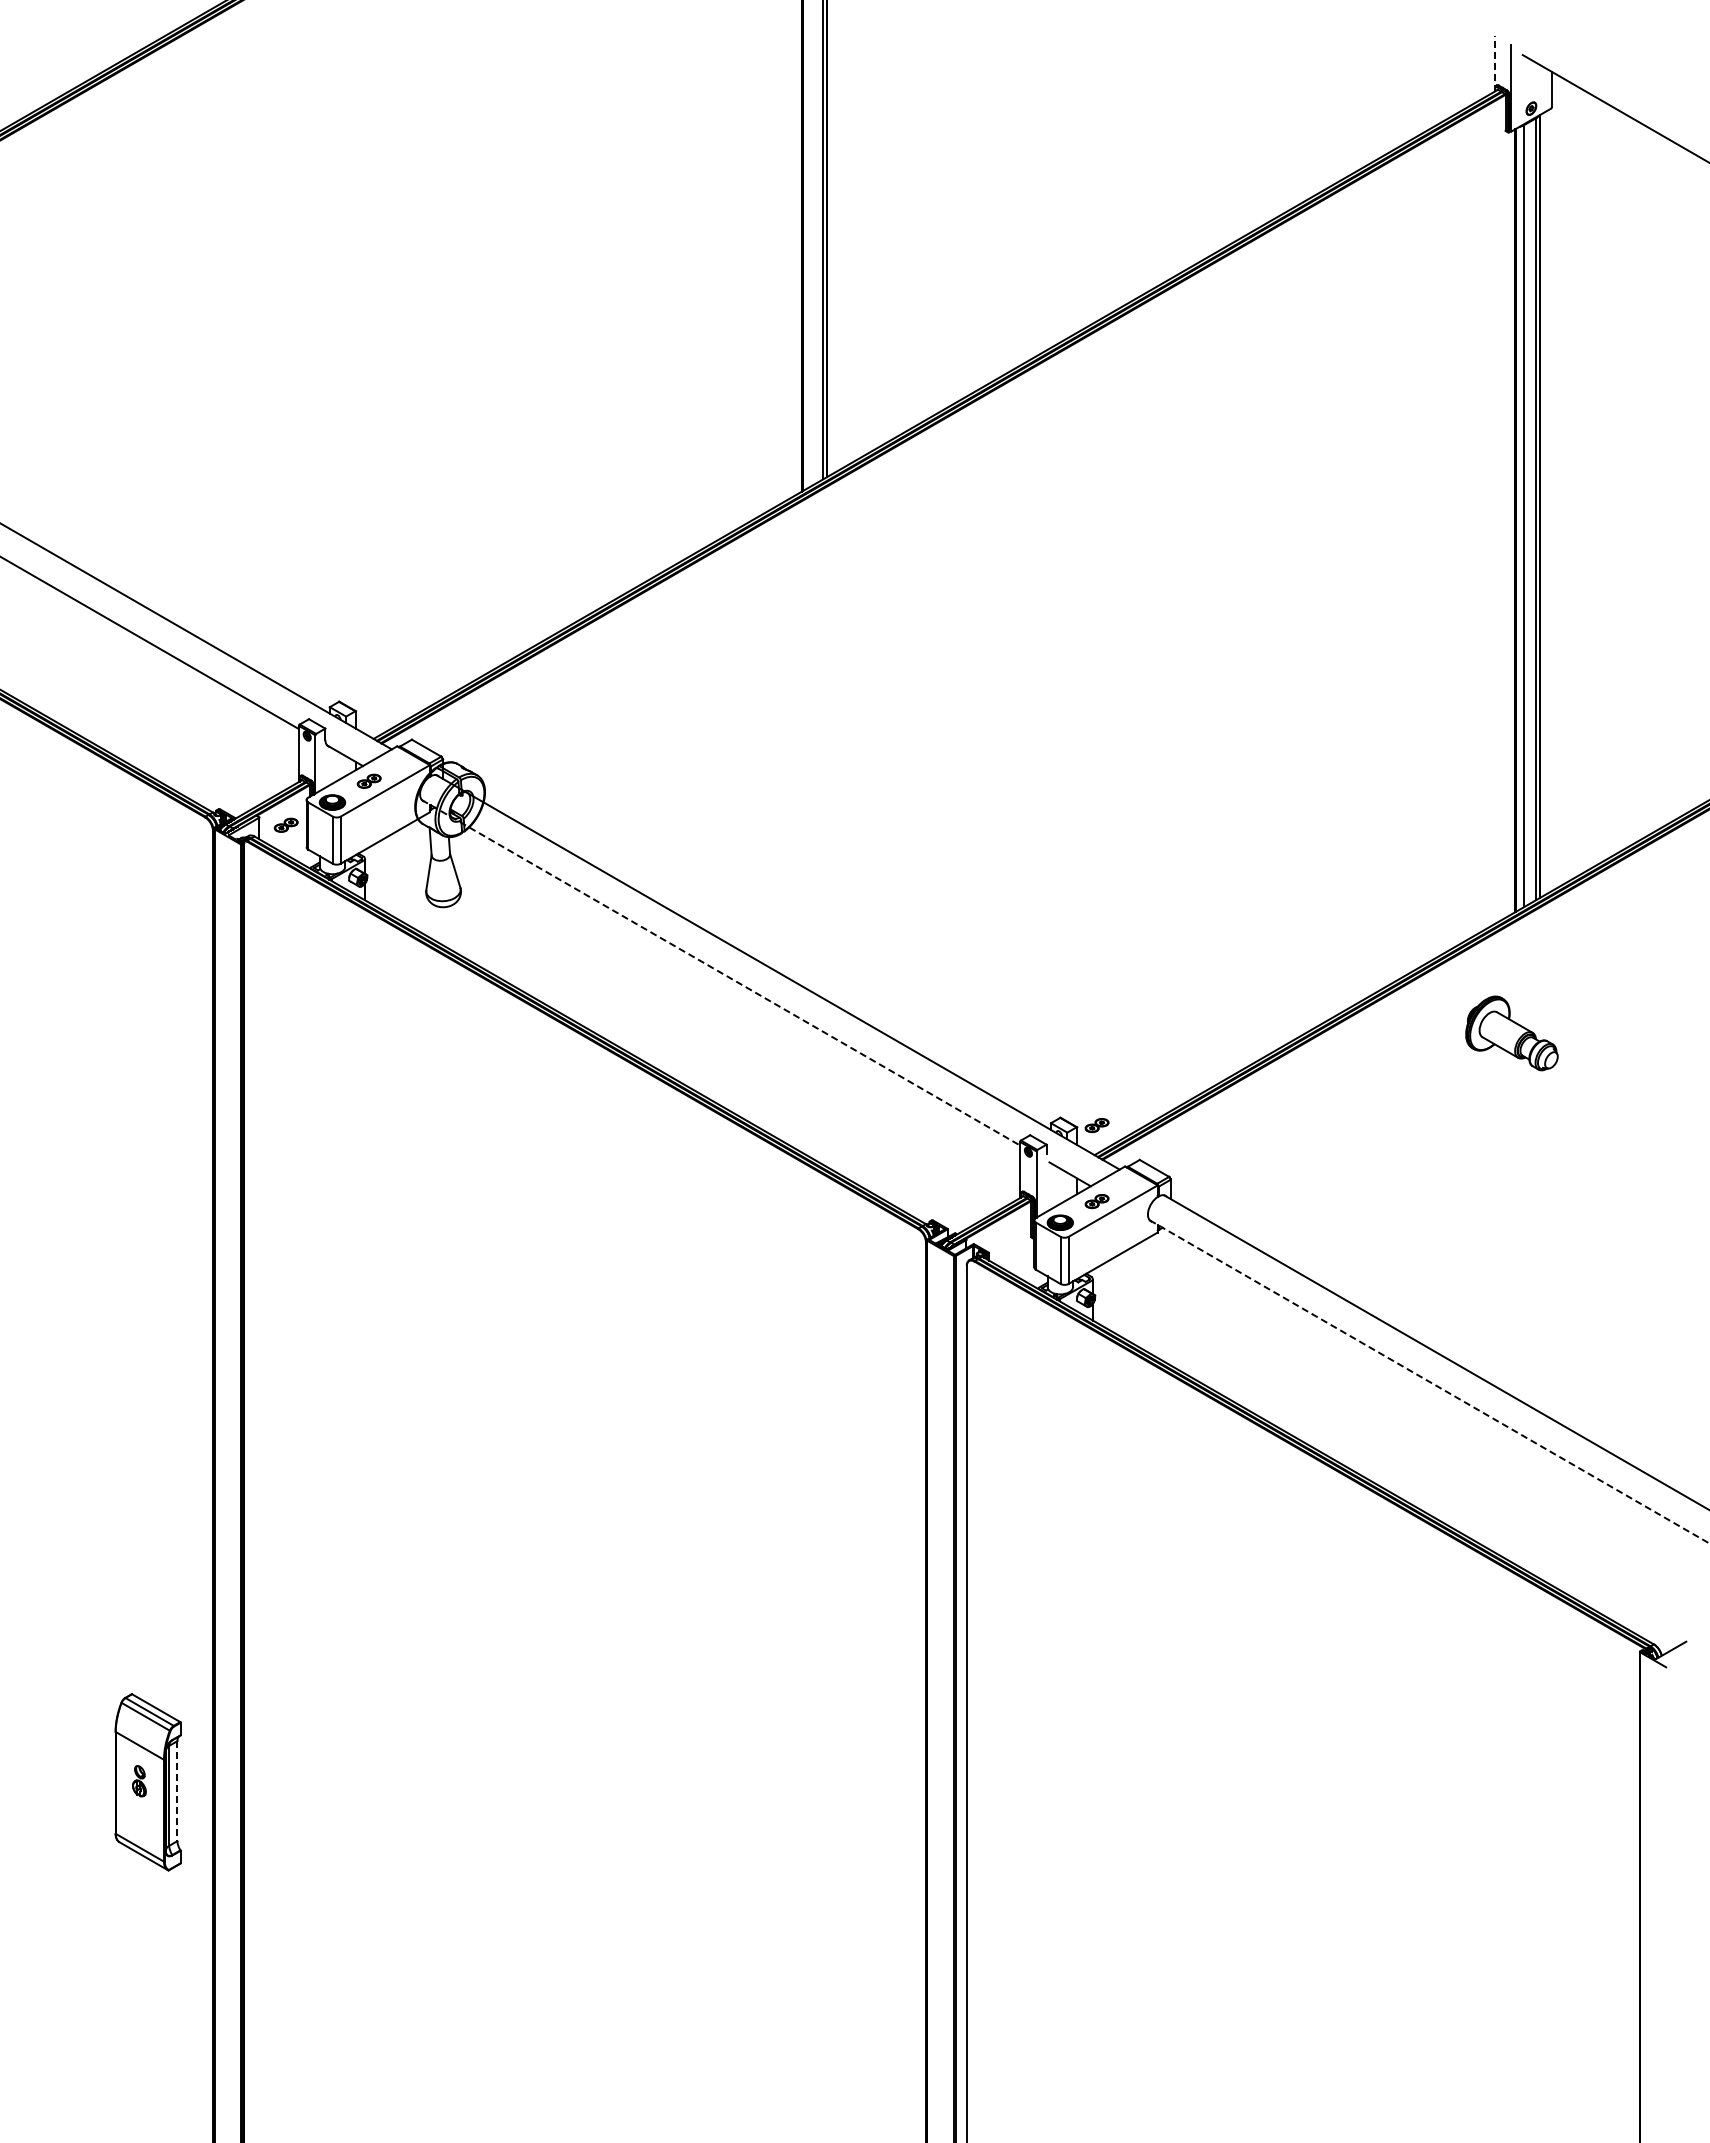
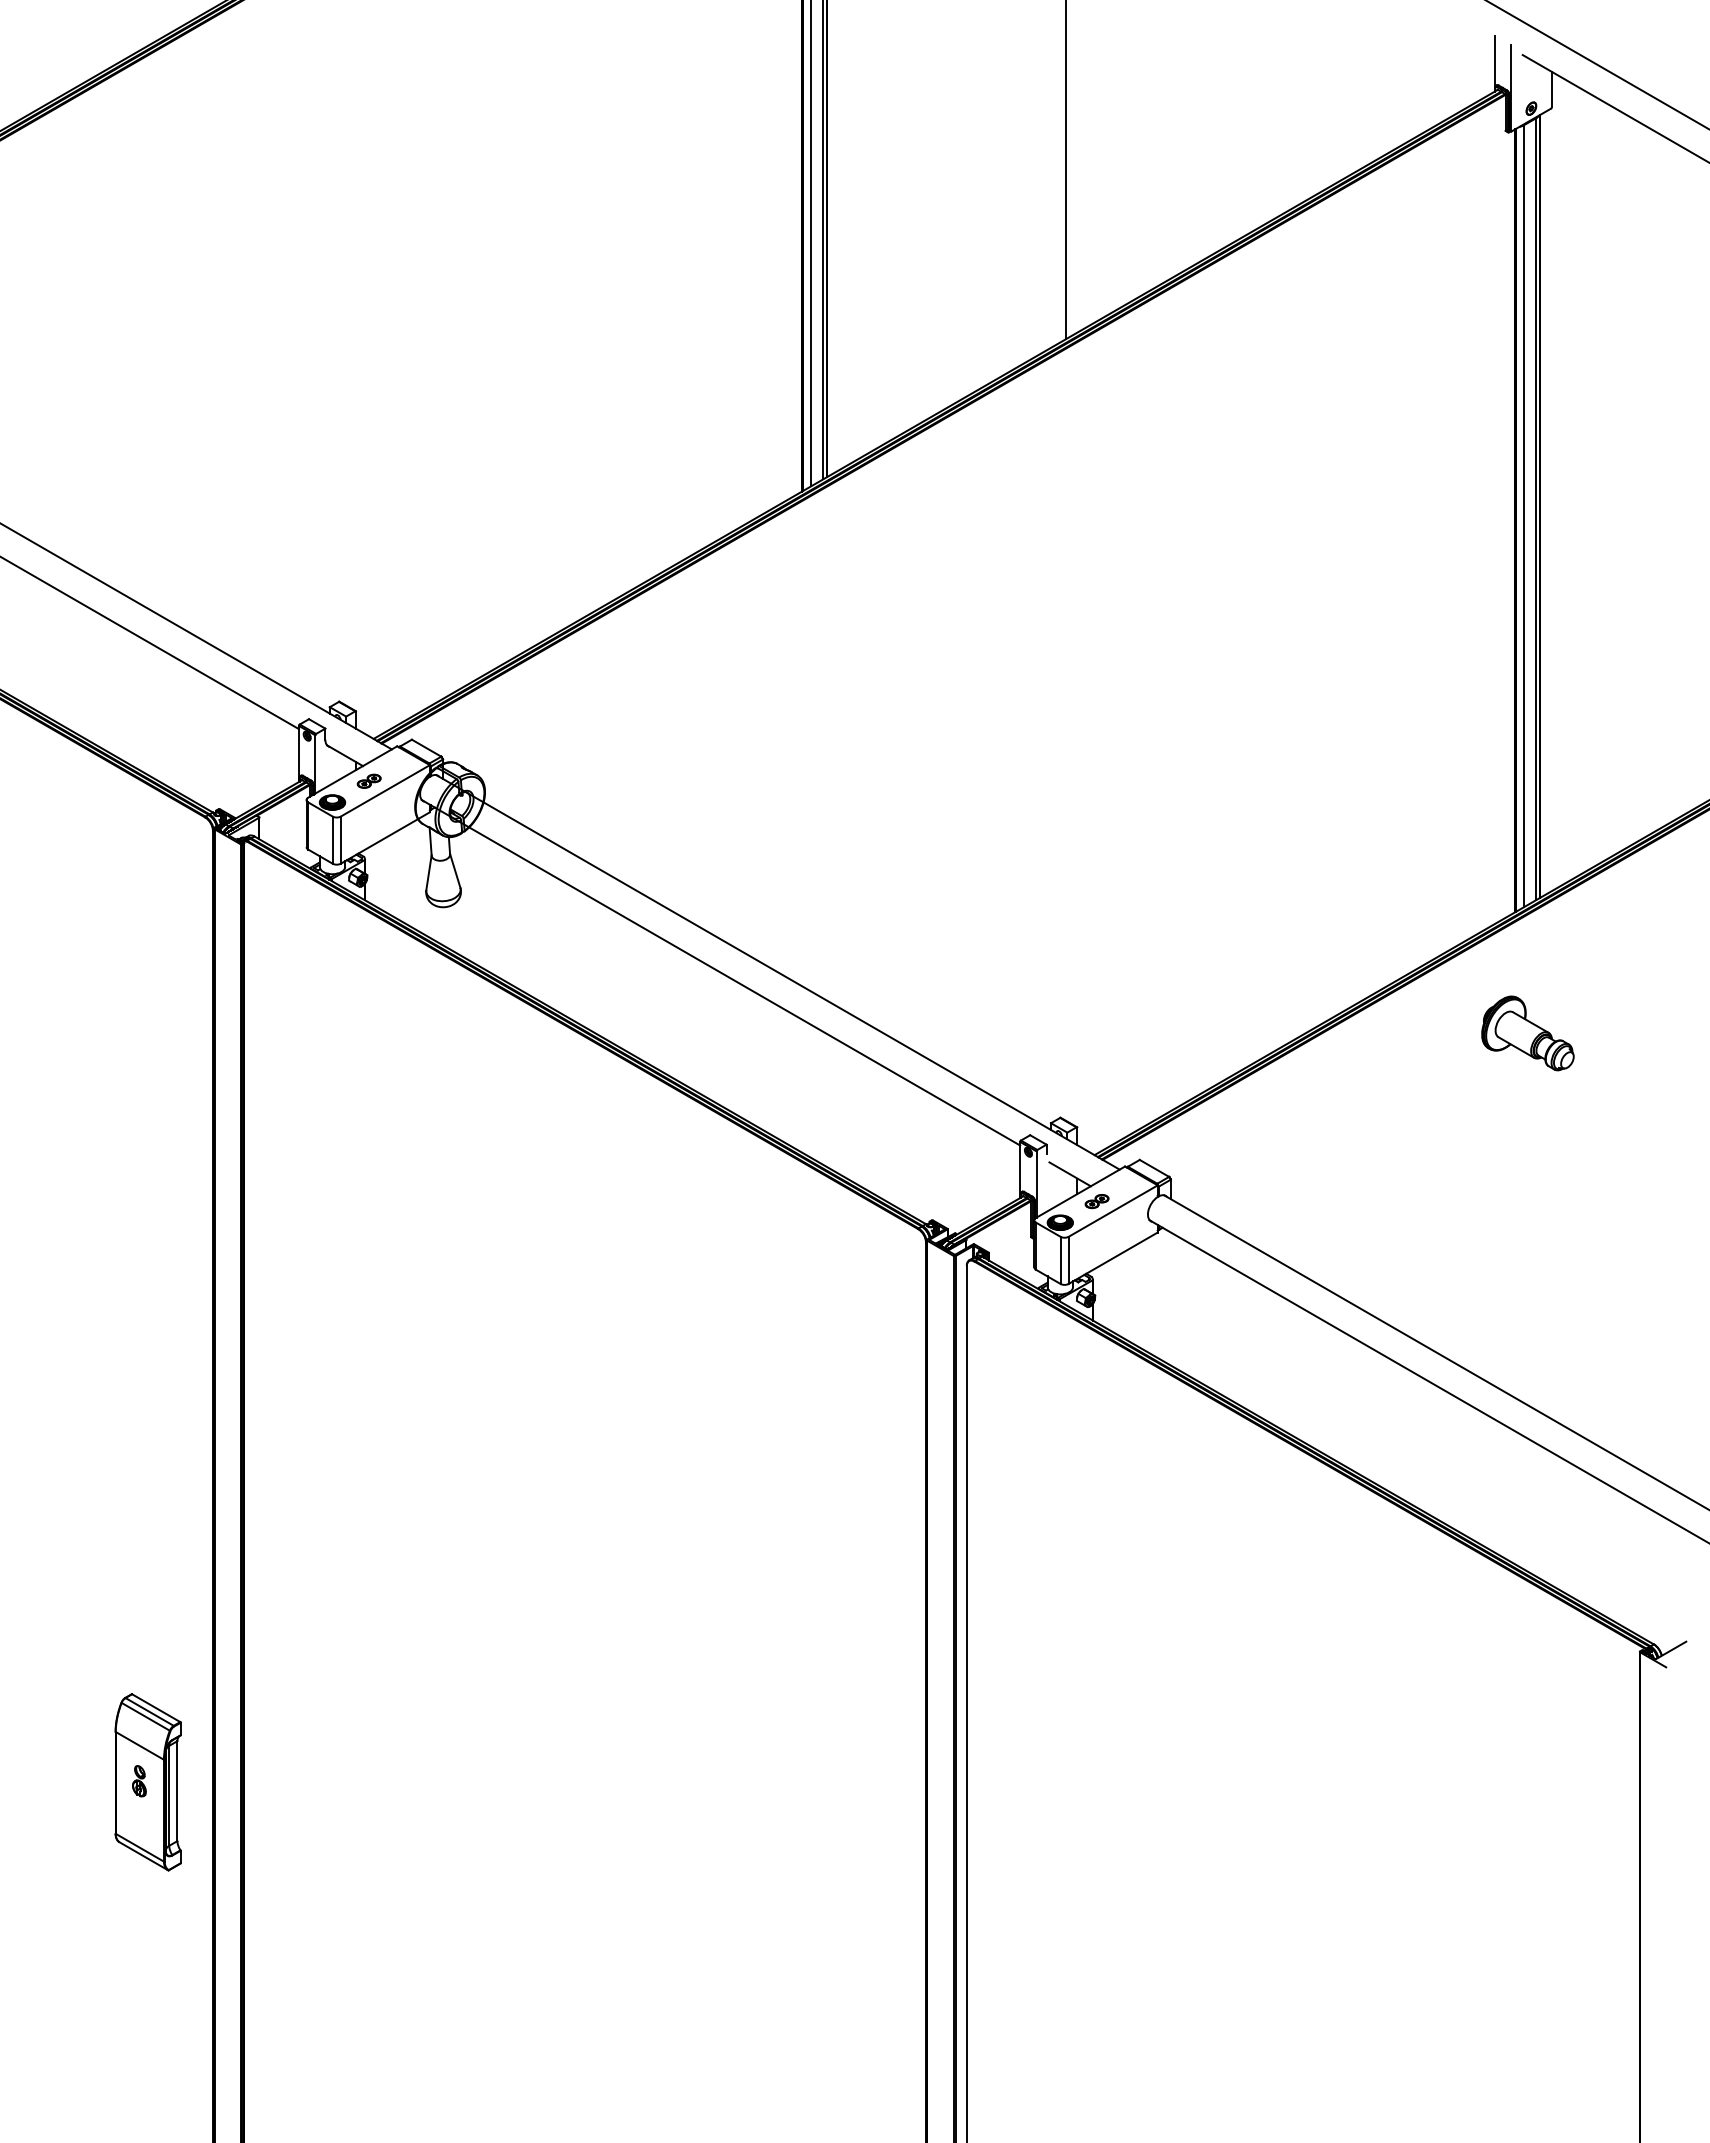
line at (1494, 63): dashed -> solid
line at (1597, 64): none -> present
line at (1066, 170): none -> present
line at (811, 244): none -> present
part at (285, 824): present -> none
line at (721, 973): dashed -> solid
part at (1511, 1033) position: (1511, 1033) -> (1527, 1033)
part at (1096, 1125): present -> none
line at (1430, 1382): dashed -> solid
line at (177, 1791): dashed -> solid
